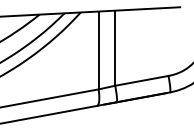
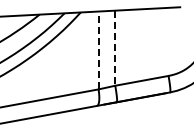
line at (115, 48): solid -> dashed
line at (98, 50): solid -> dashed
